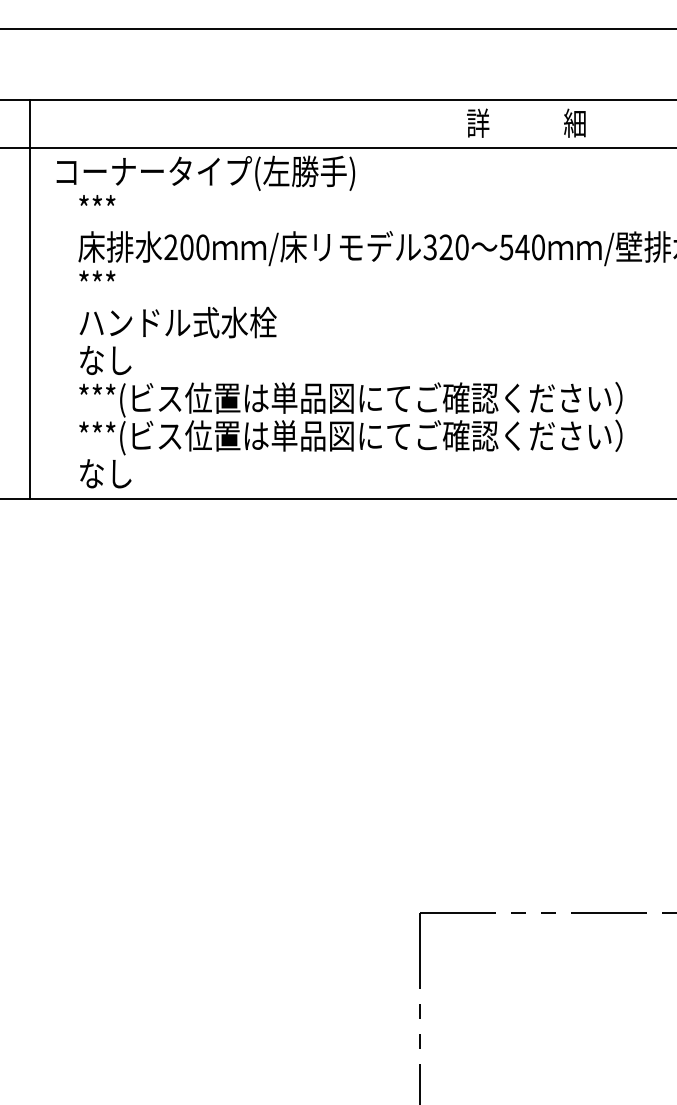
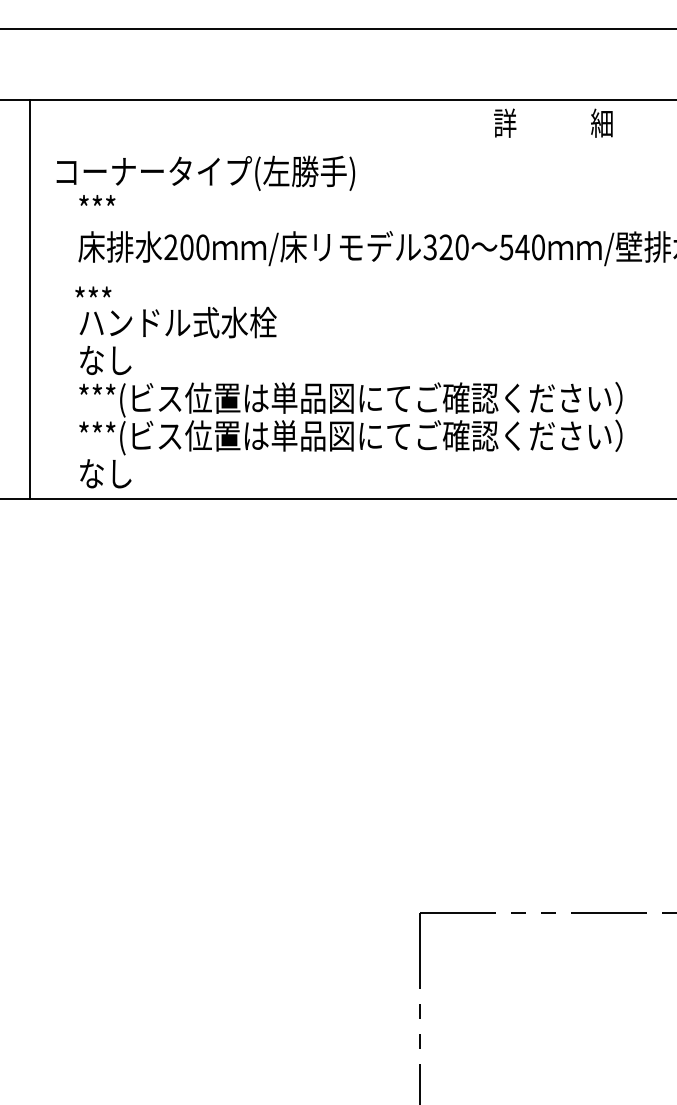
text at (526, 122) position: (526, 122) -> (553, 122)
line at (337, 147): present -> none
text at (97, 275) position: (97, 275) -> (93, 291)
